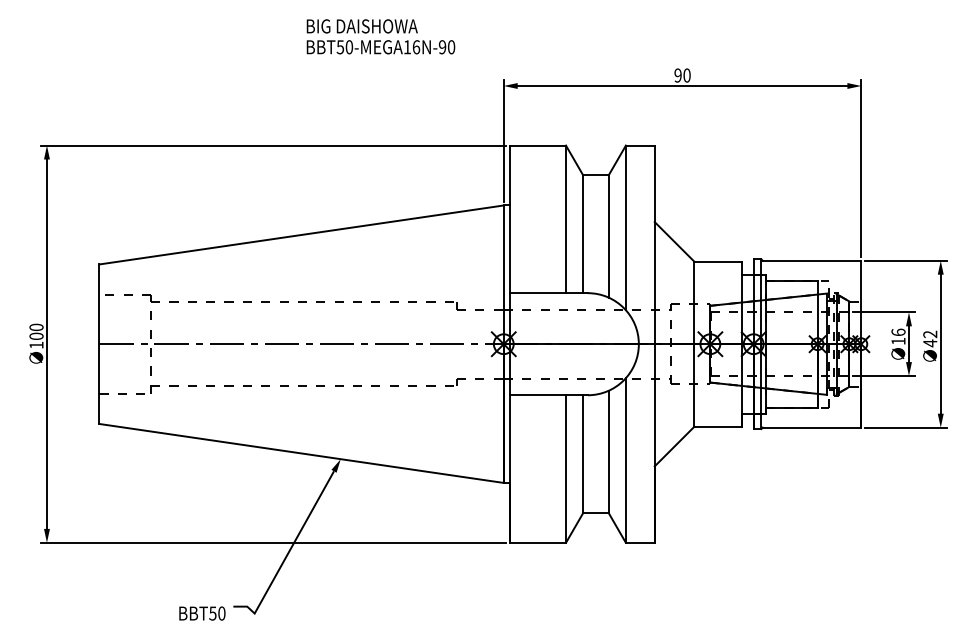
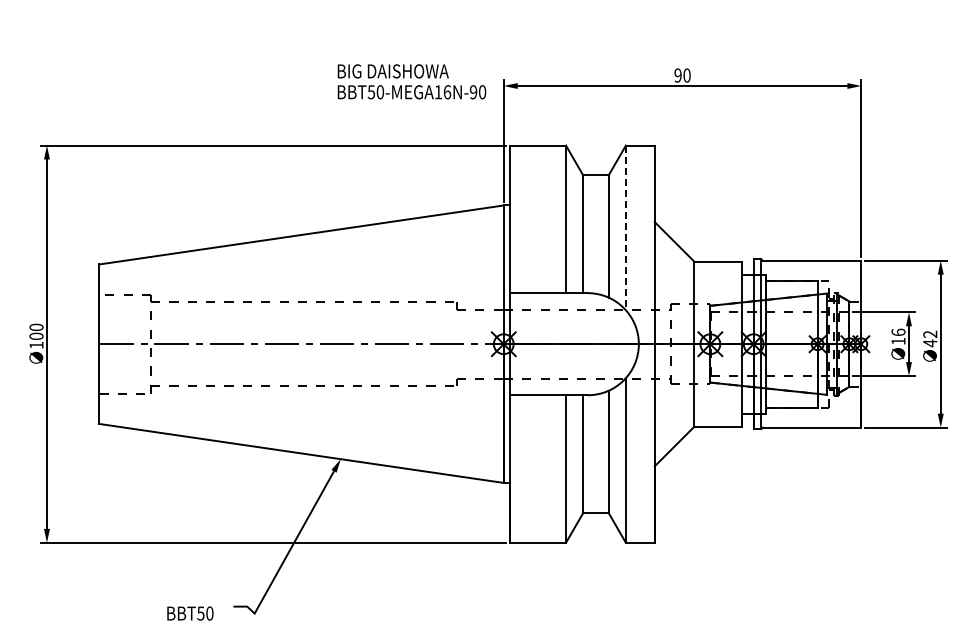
text at (380, 36) position: (380, 36) -> (411, 81)
line at (625, 228): solid -> dashed
text at (202, 613) position: (202, 613) -> (190, 613)
